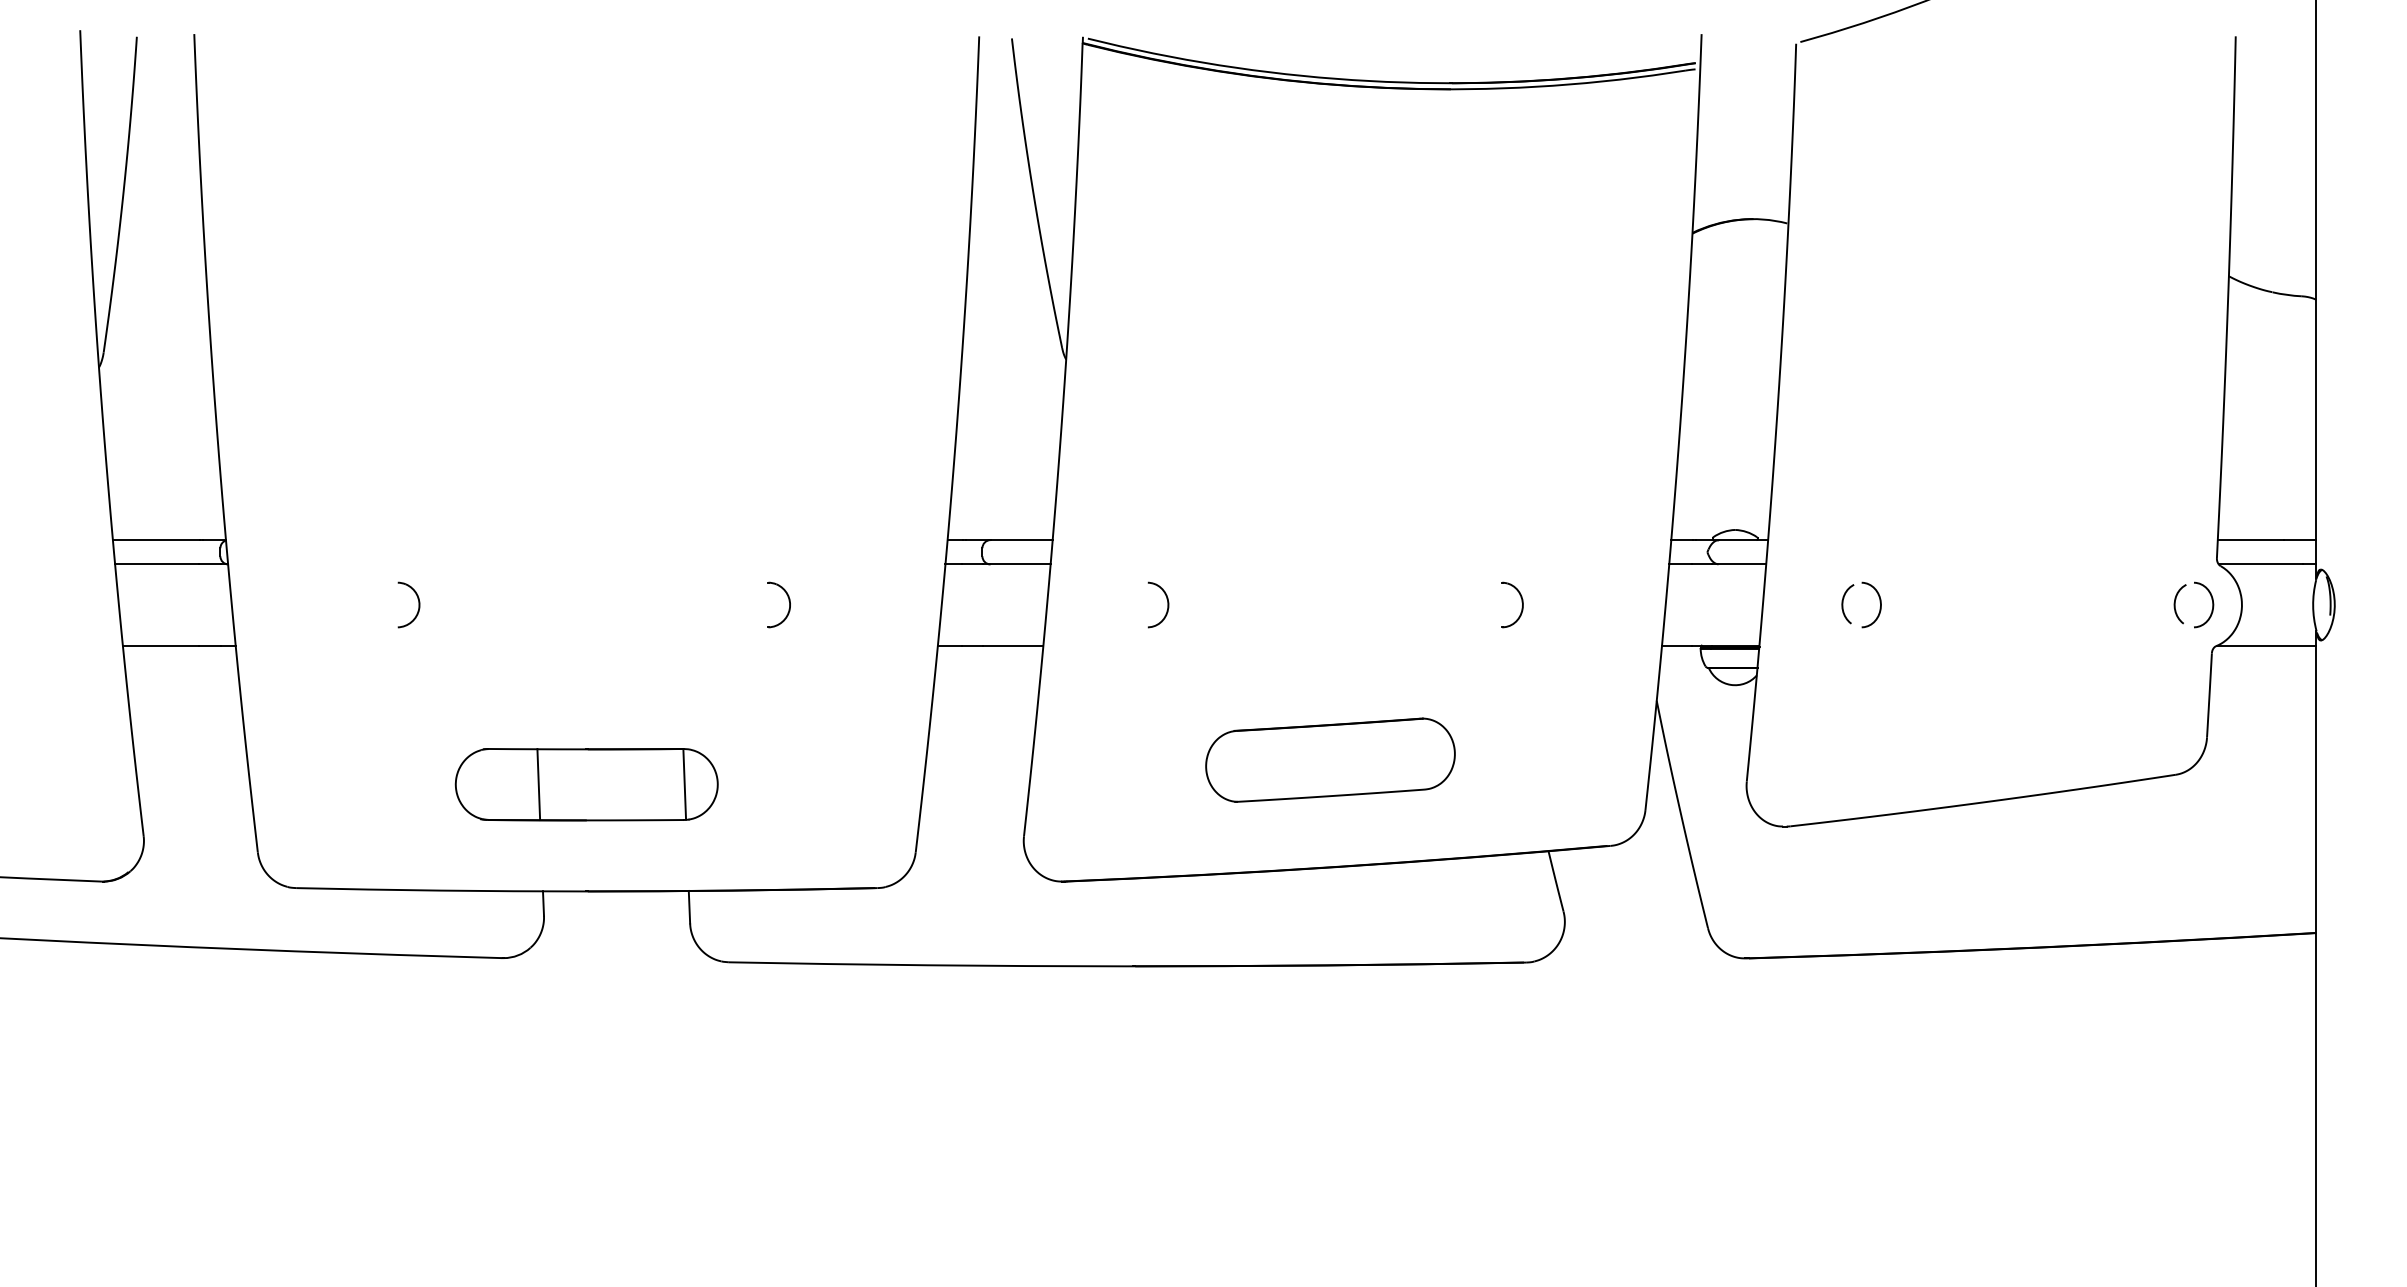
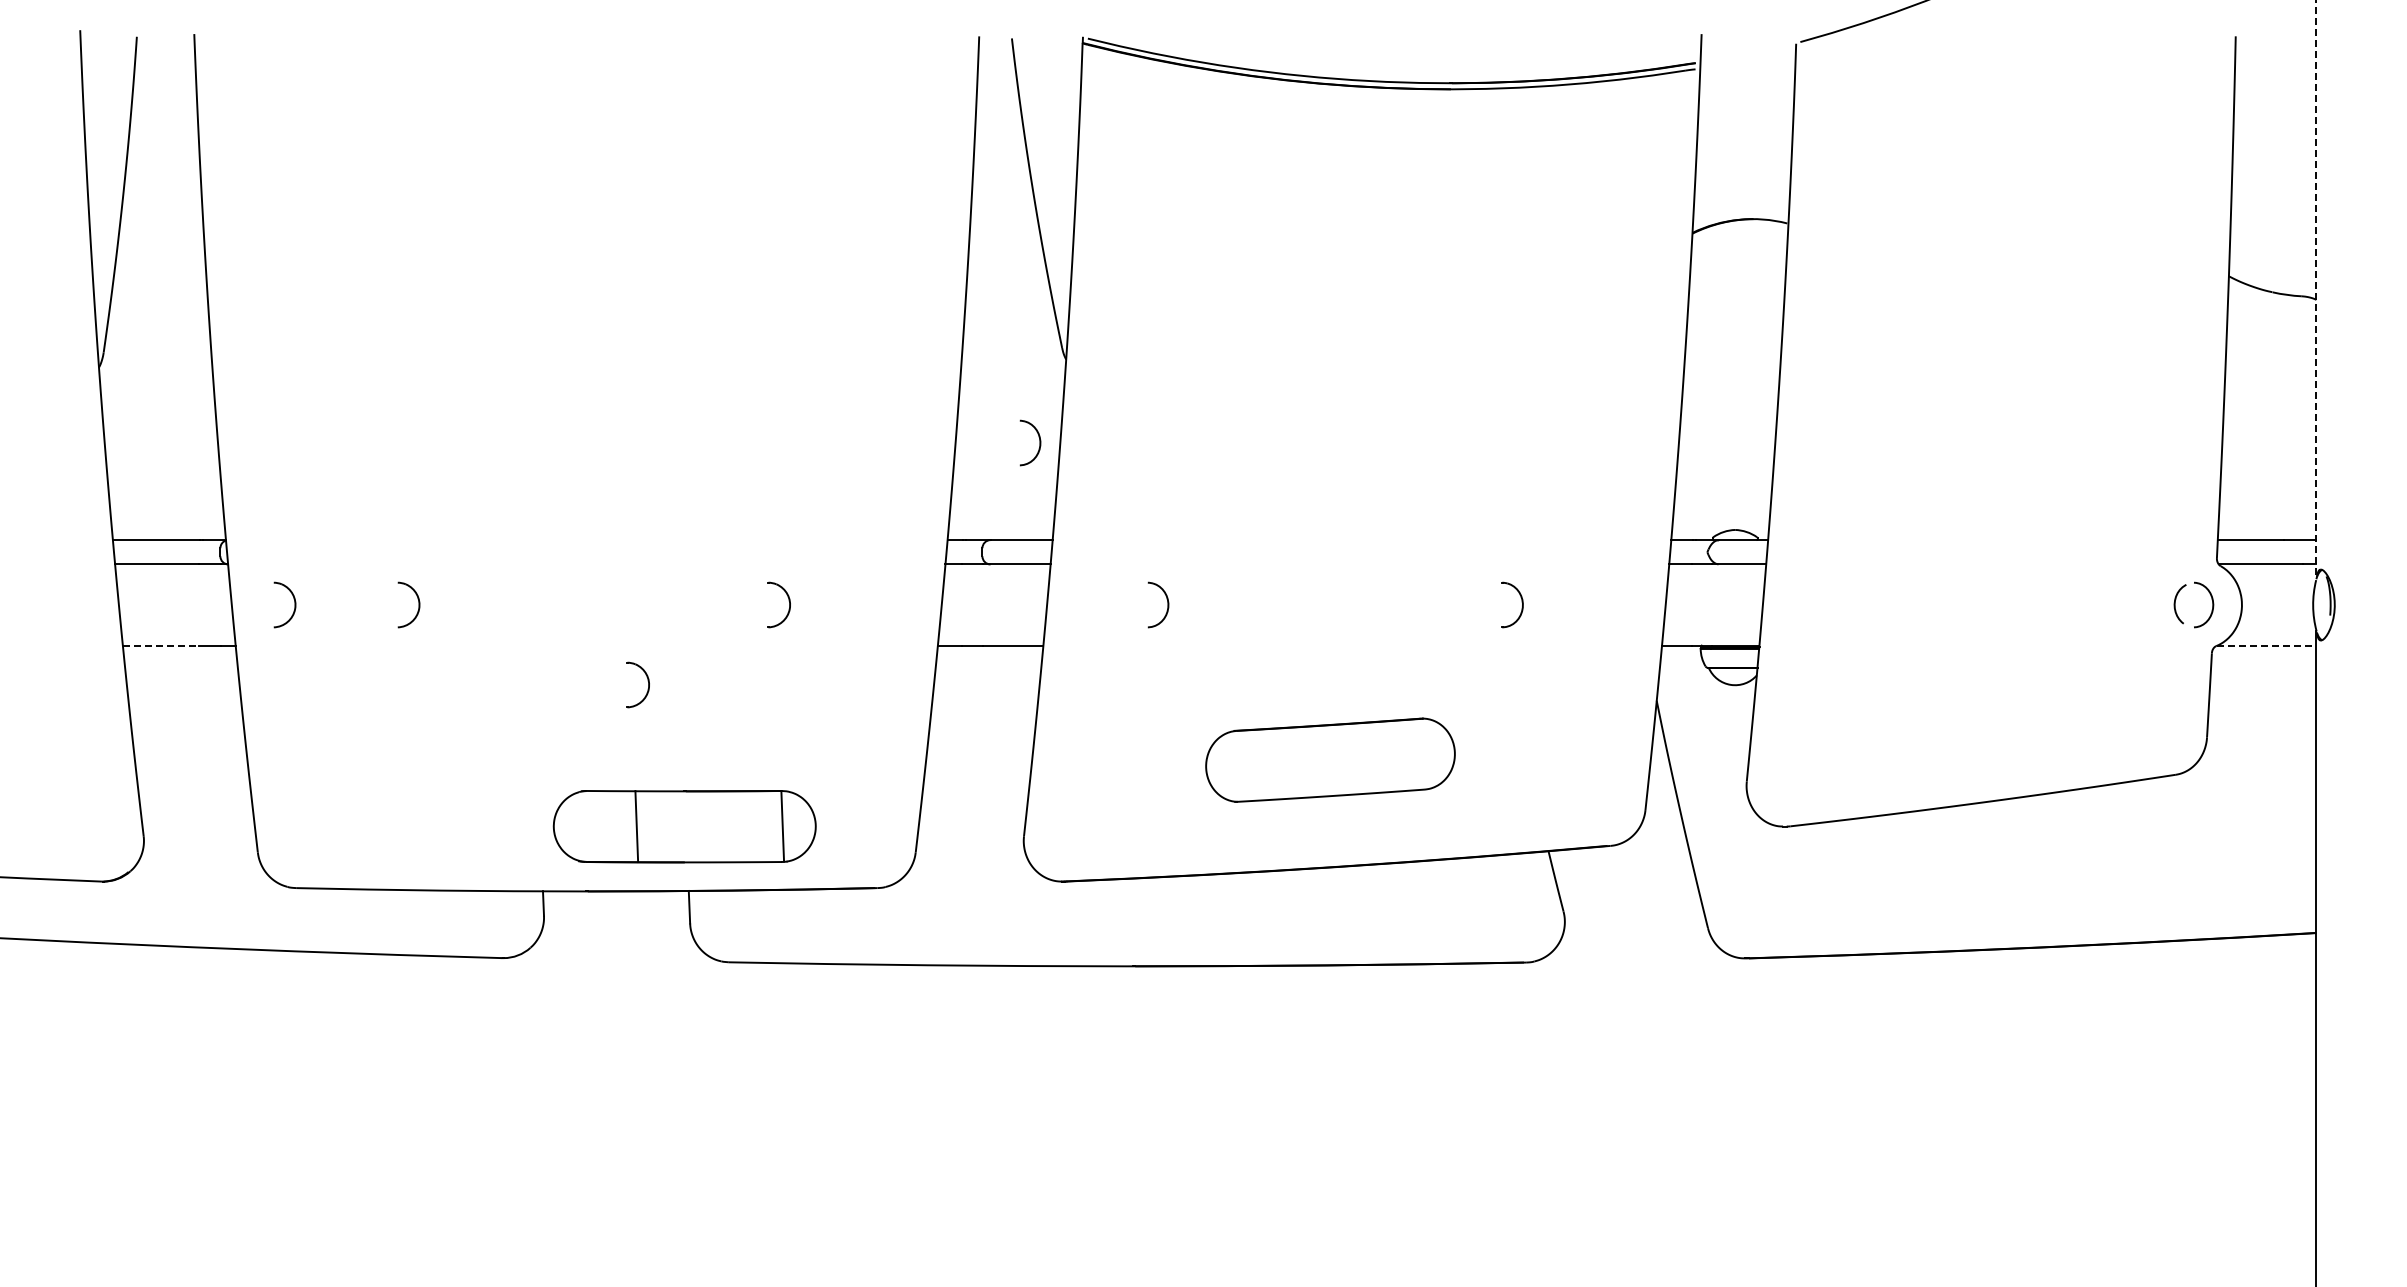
line at (2316, 290): solid -> dashed
part at (1039, 442): none -> present
part at (294, 604): none -> present
part at (1843, 604): present -> none
line at (161, 645): solid -> dashed
line at (2266, 645): solid -> dashed
part at (647, 681): none -> present
part at (586, 784) position: (586, 784) -> (684, 826)
